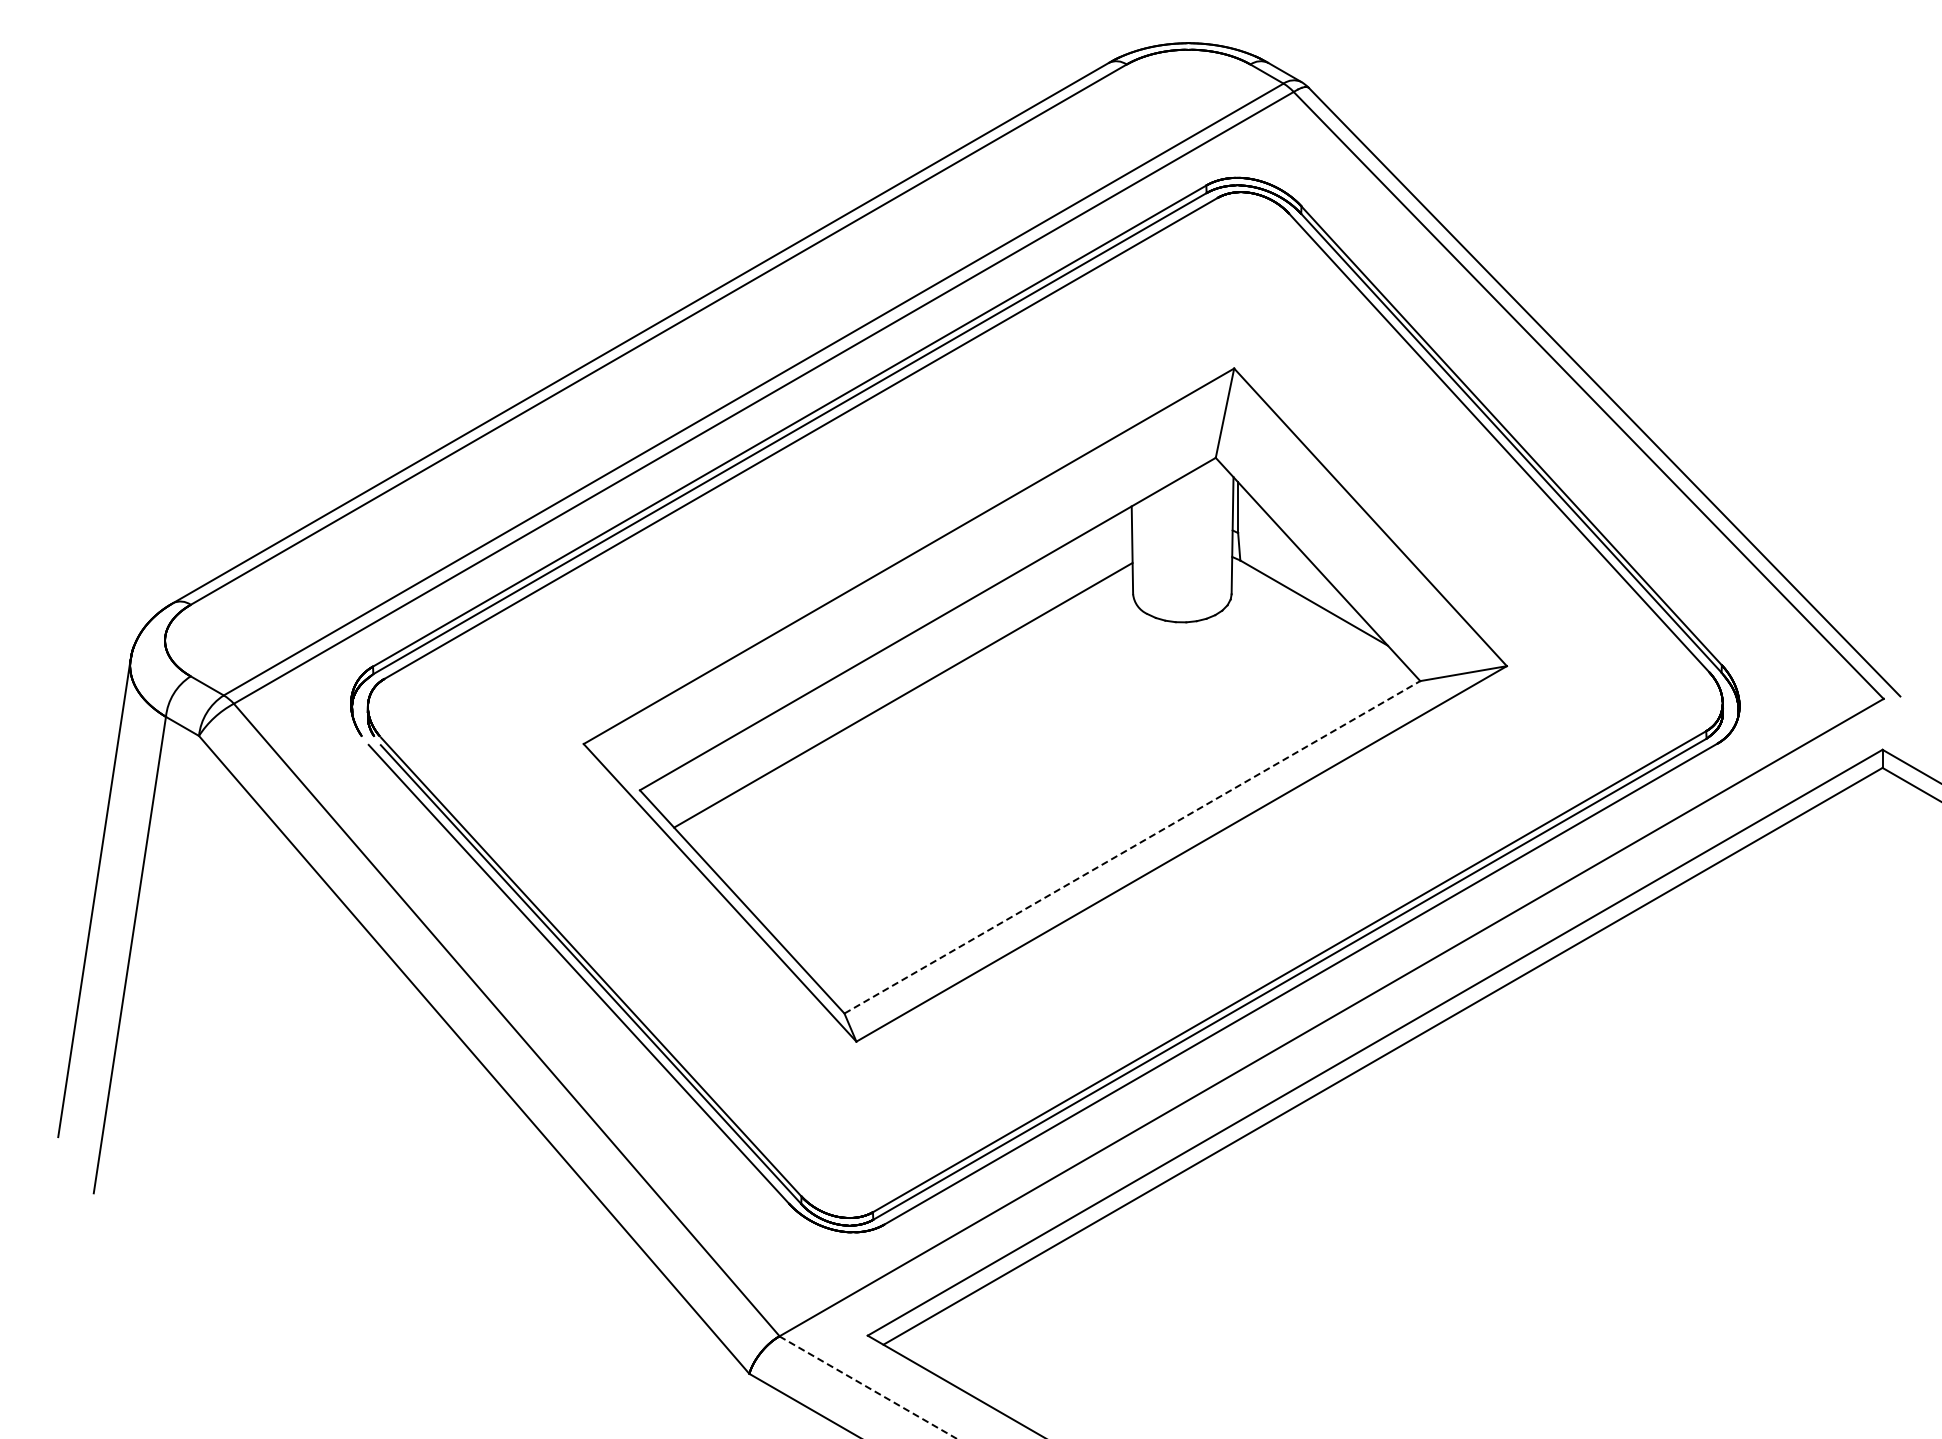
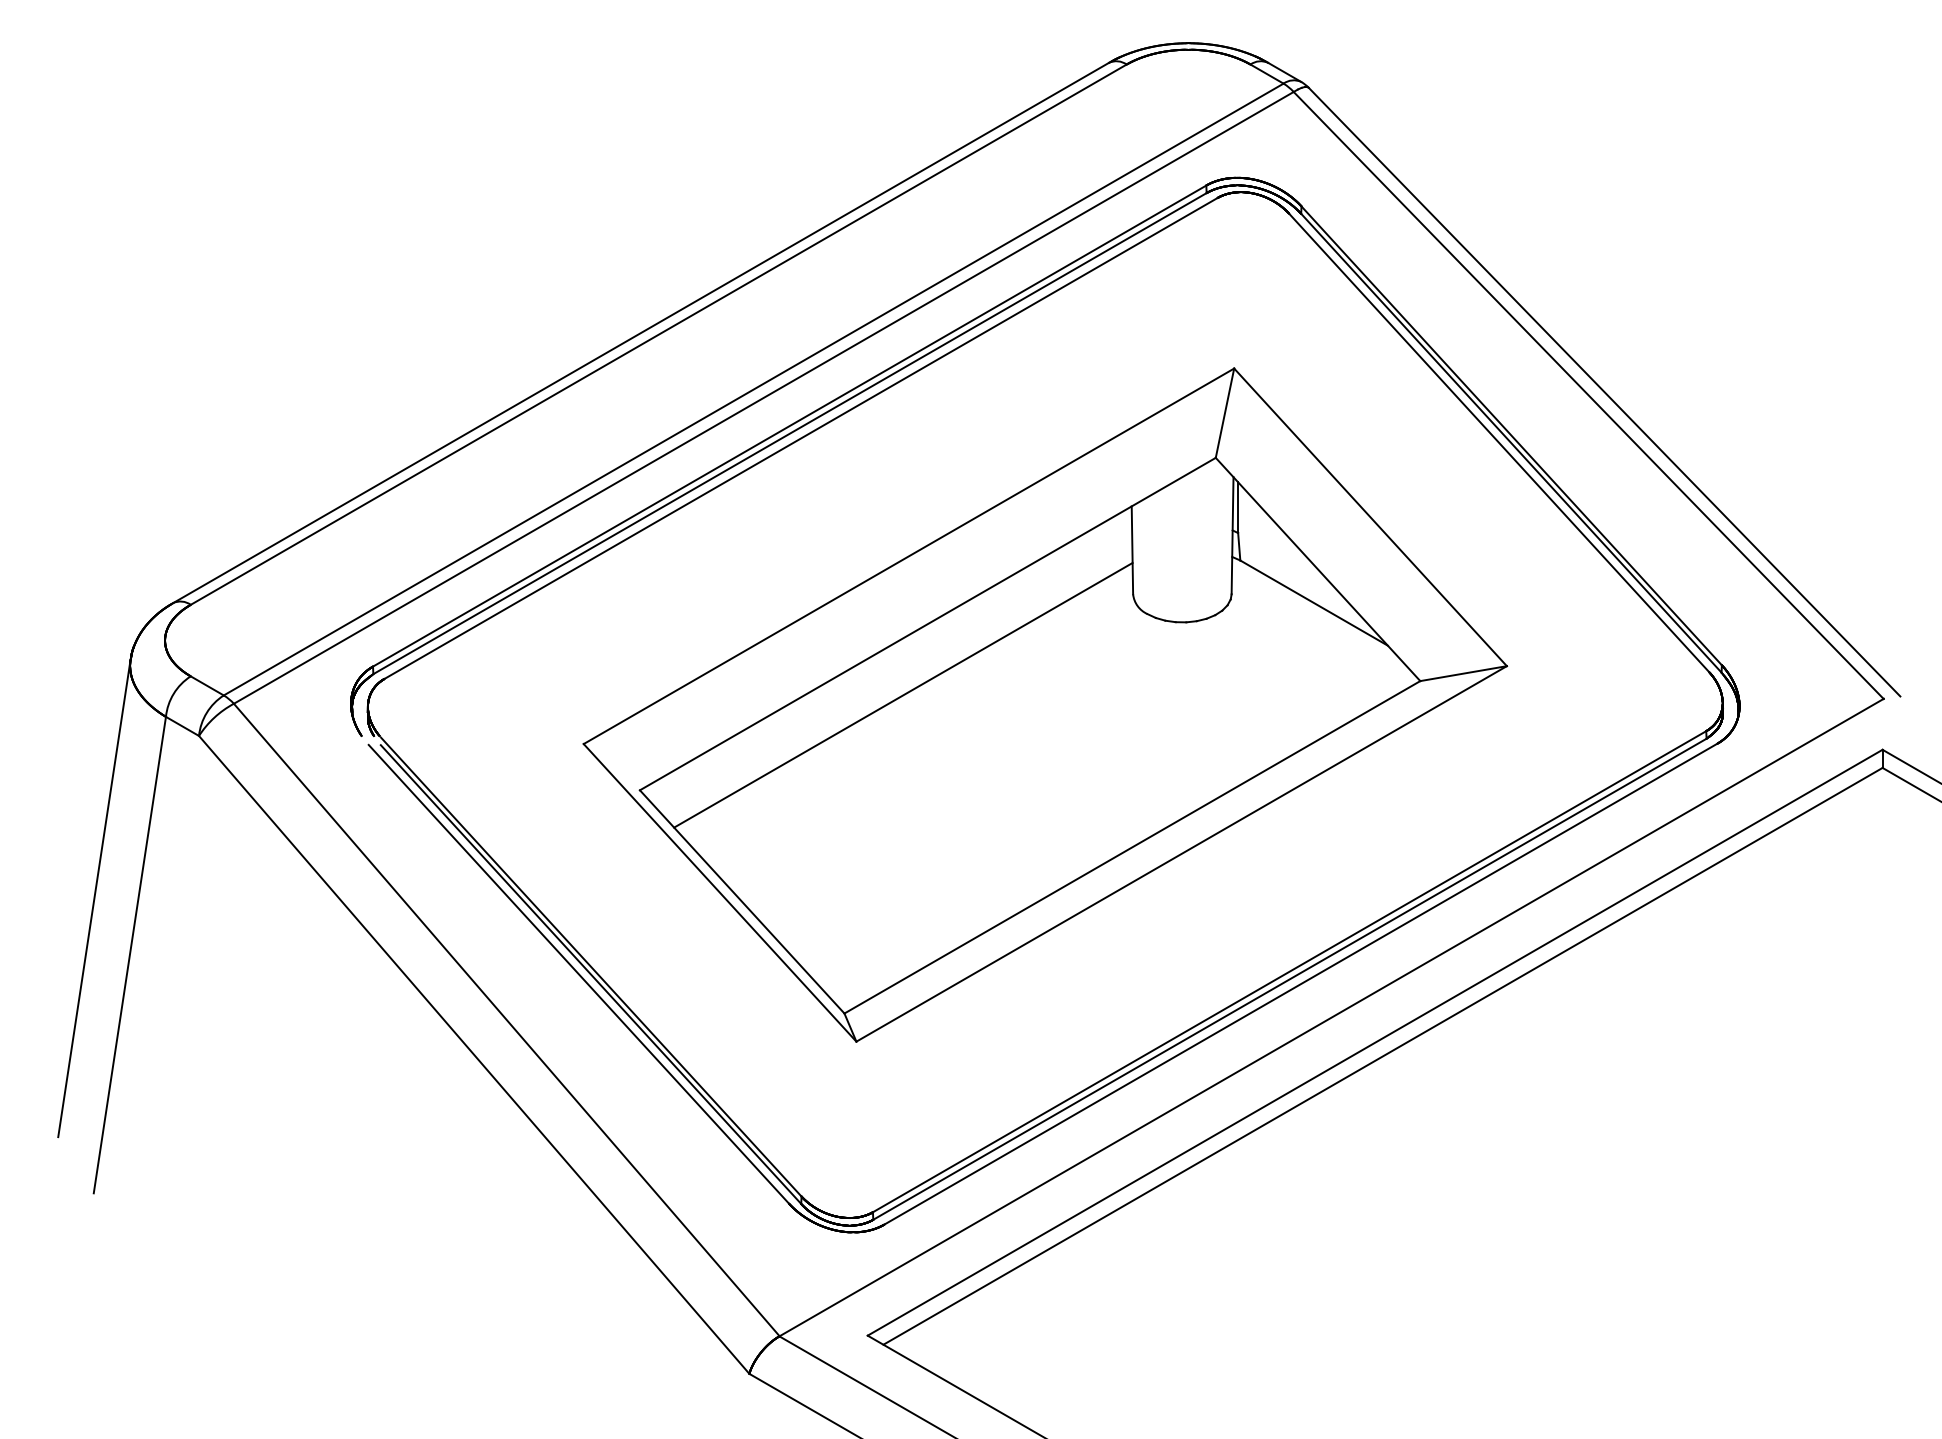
line at (1132, 847): dashed -> solid
line at (868, 1387): dashed -> solid
